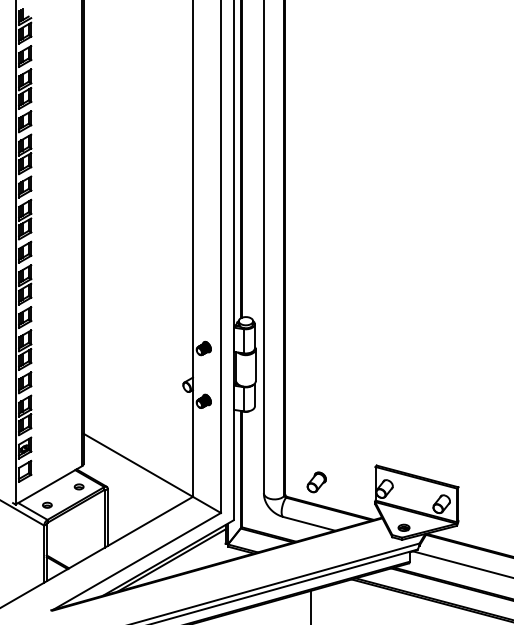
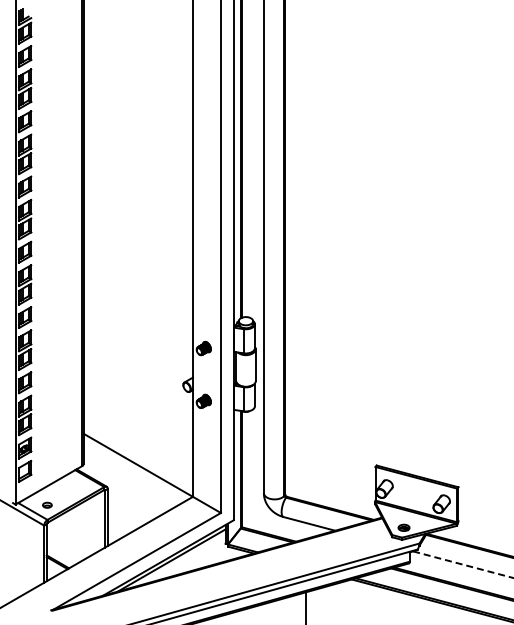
part at (316, 482): present -> none
part at (78, 486): present -> none
line at (463, 564): solid -> dashed
line at (311, 605) position: (311, 605) -> (306, 605)
